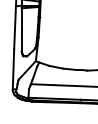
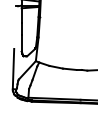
line at (15, 25): present -> none
line at (62, 85): present -> none
